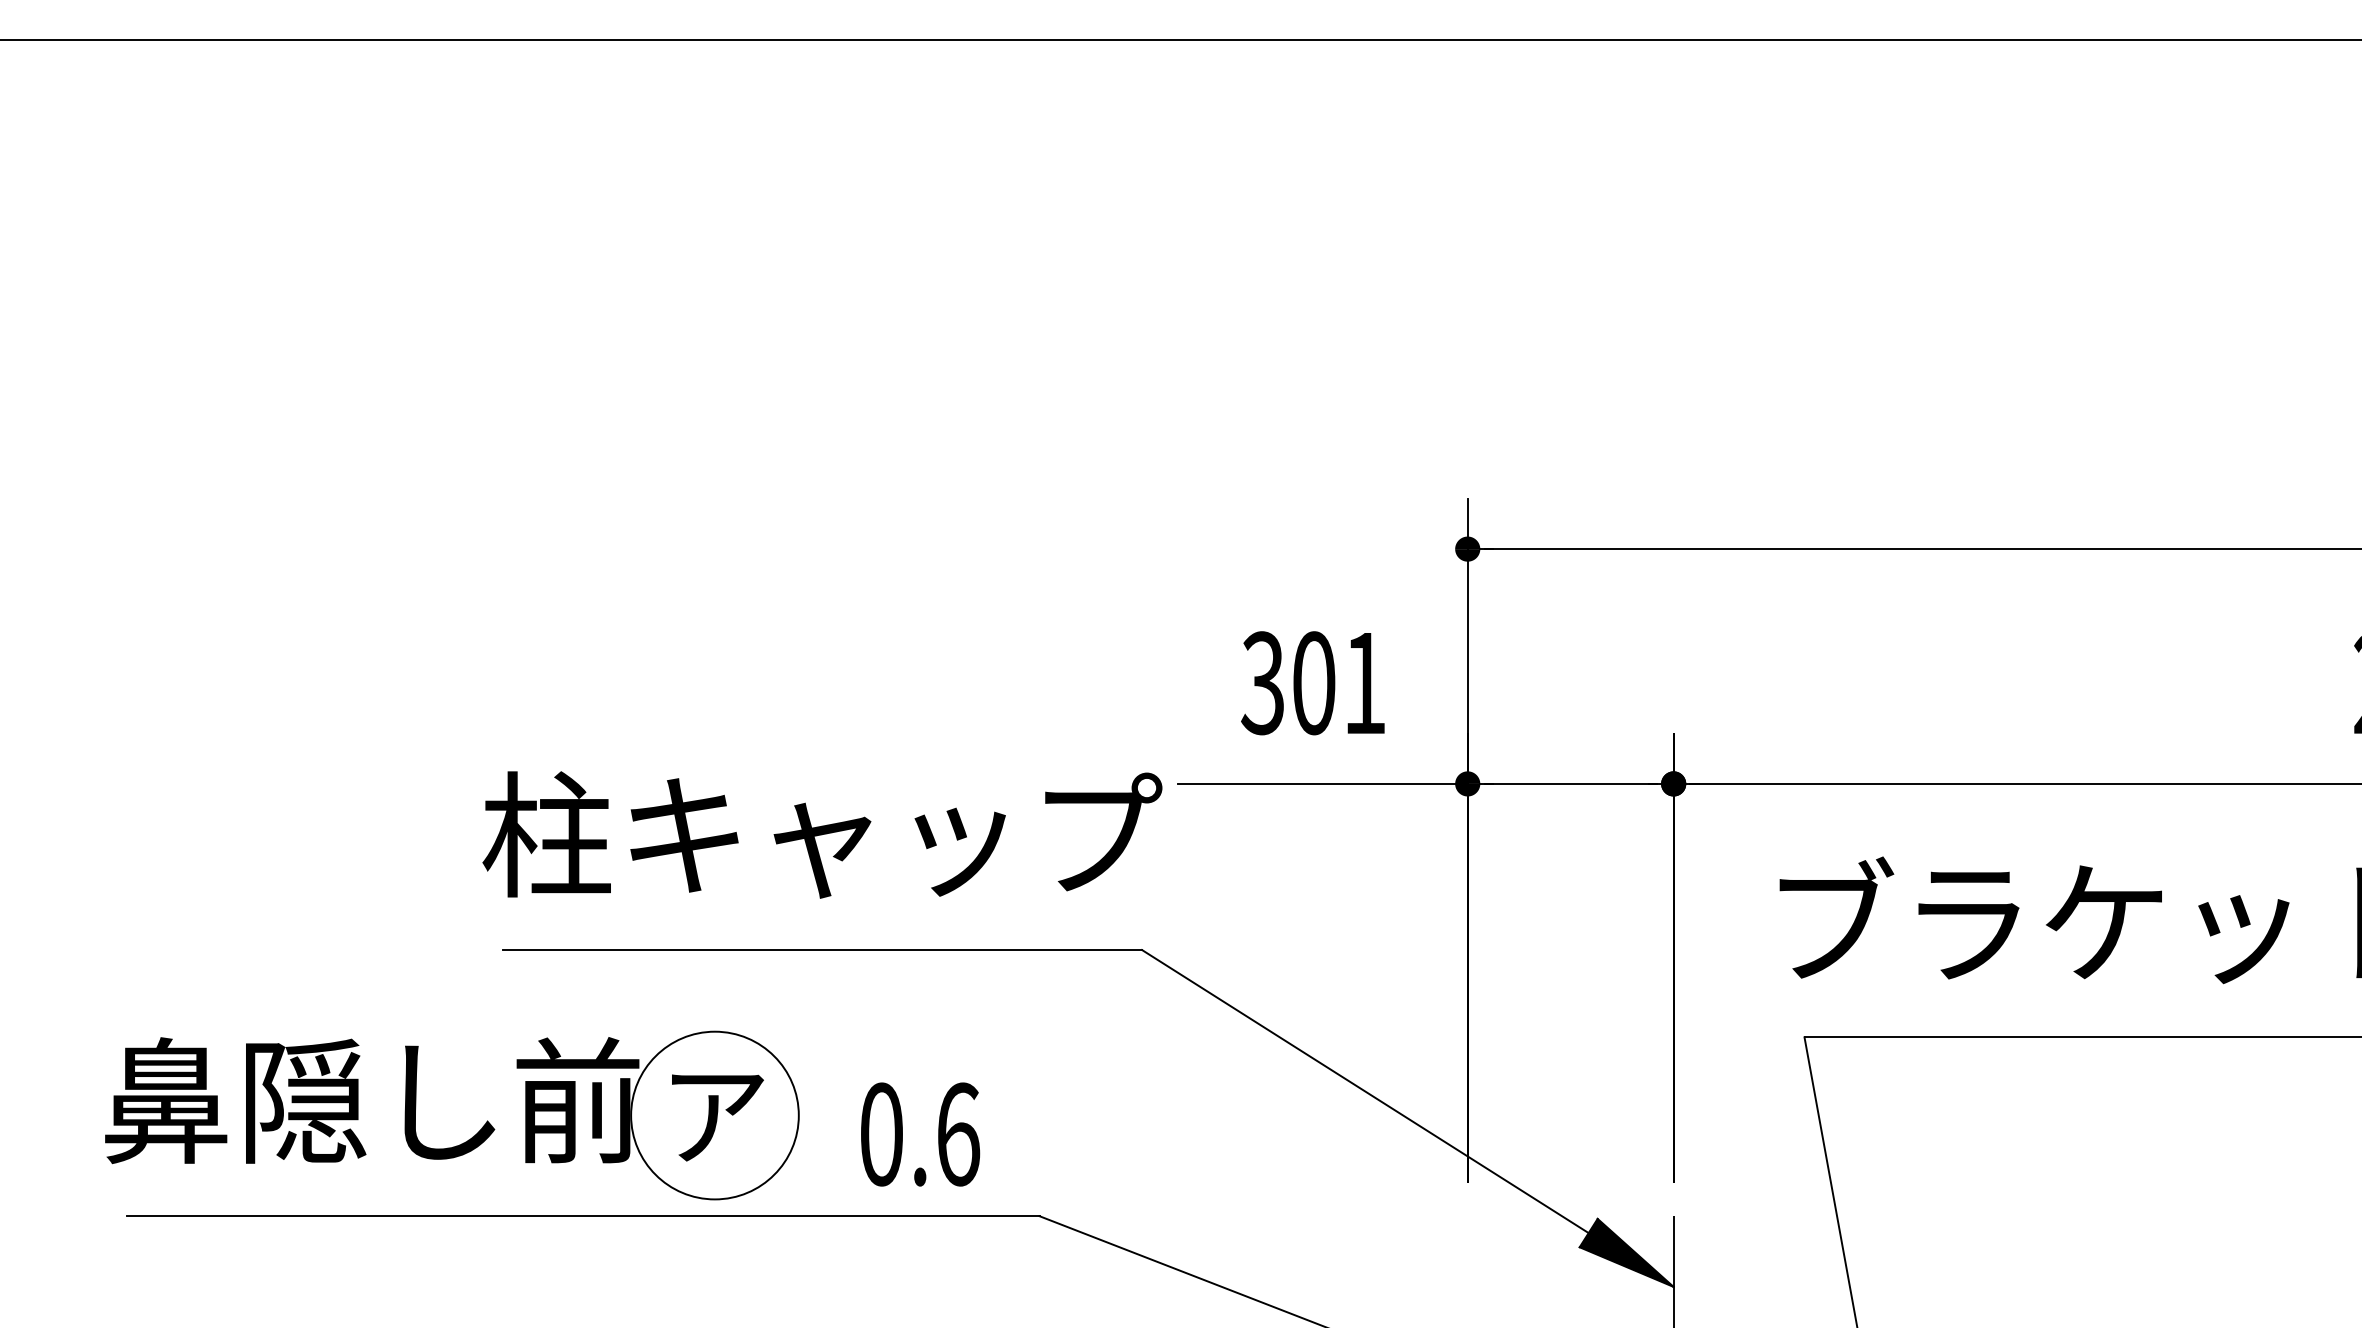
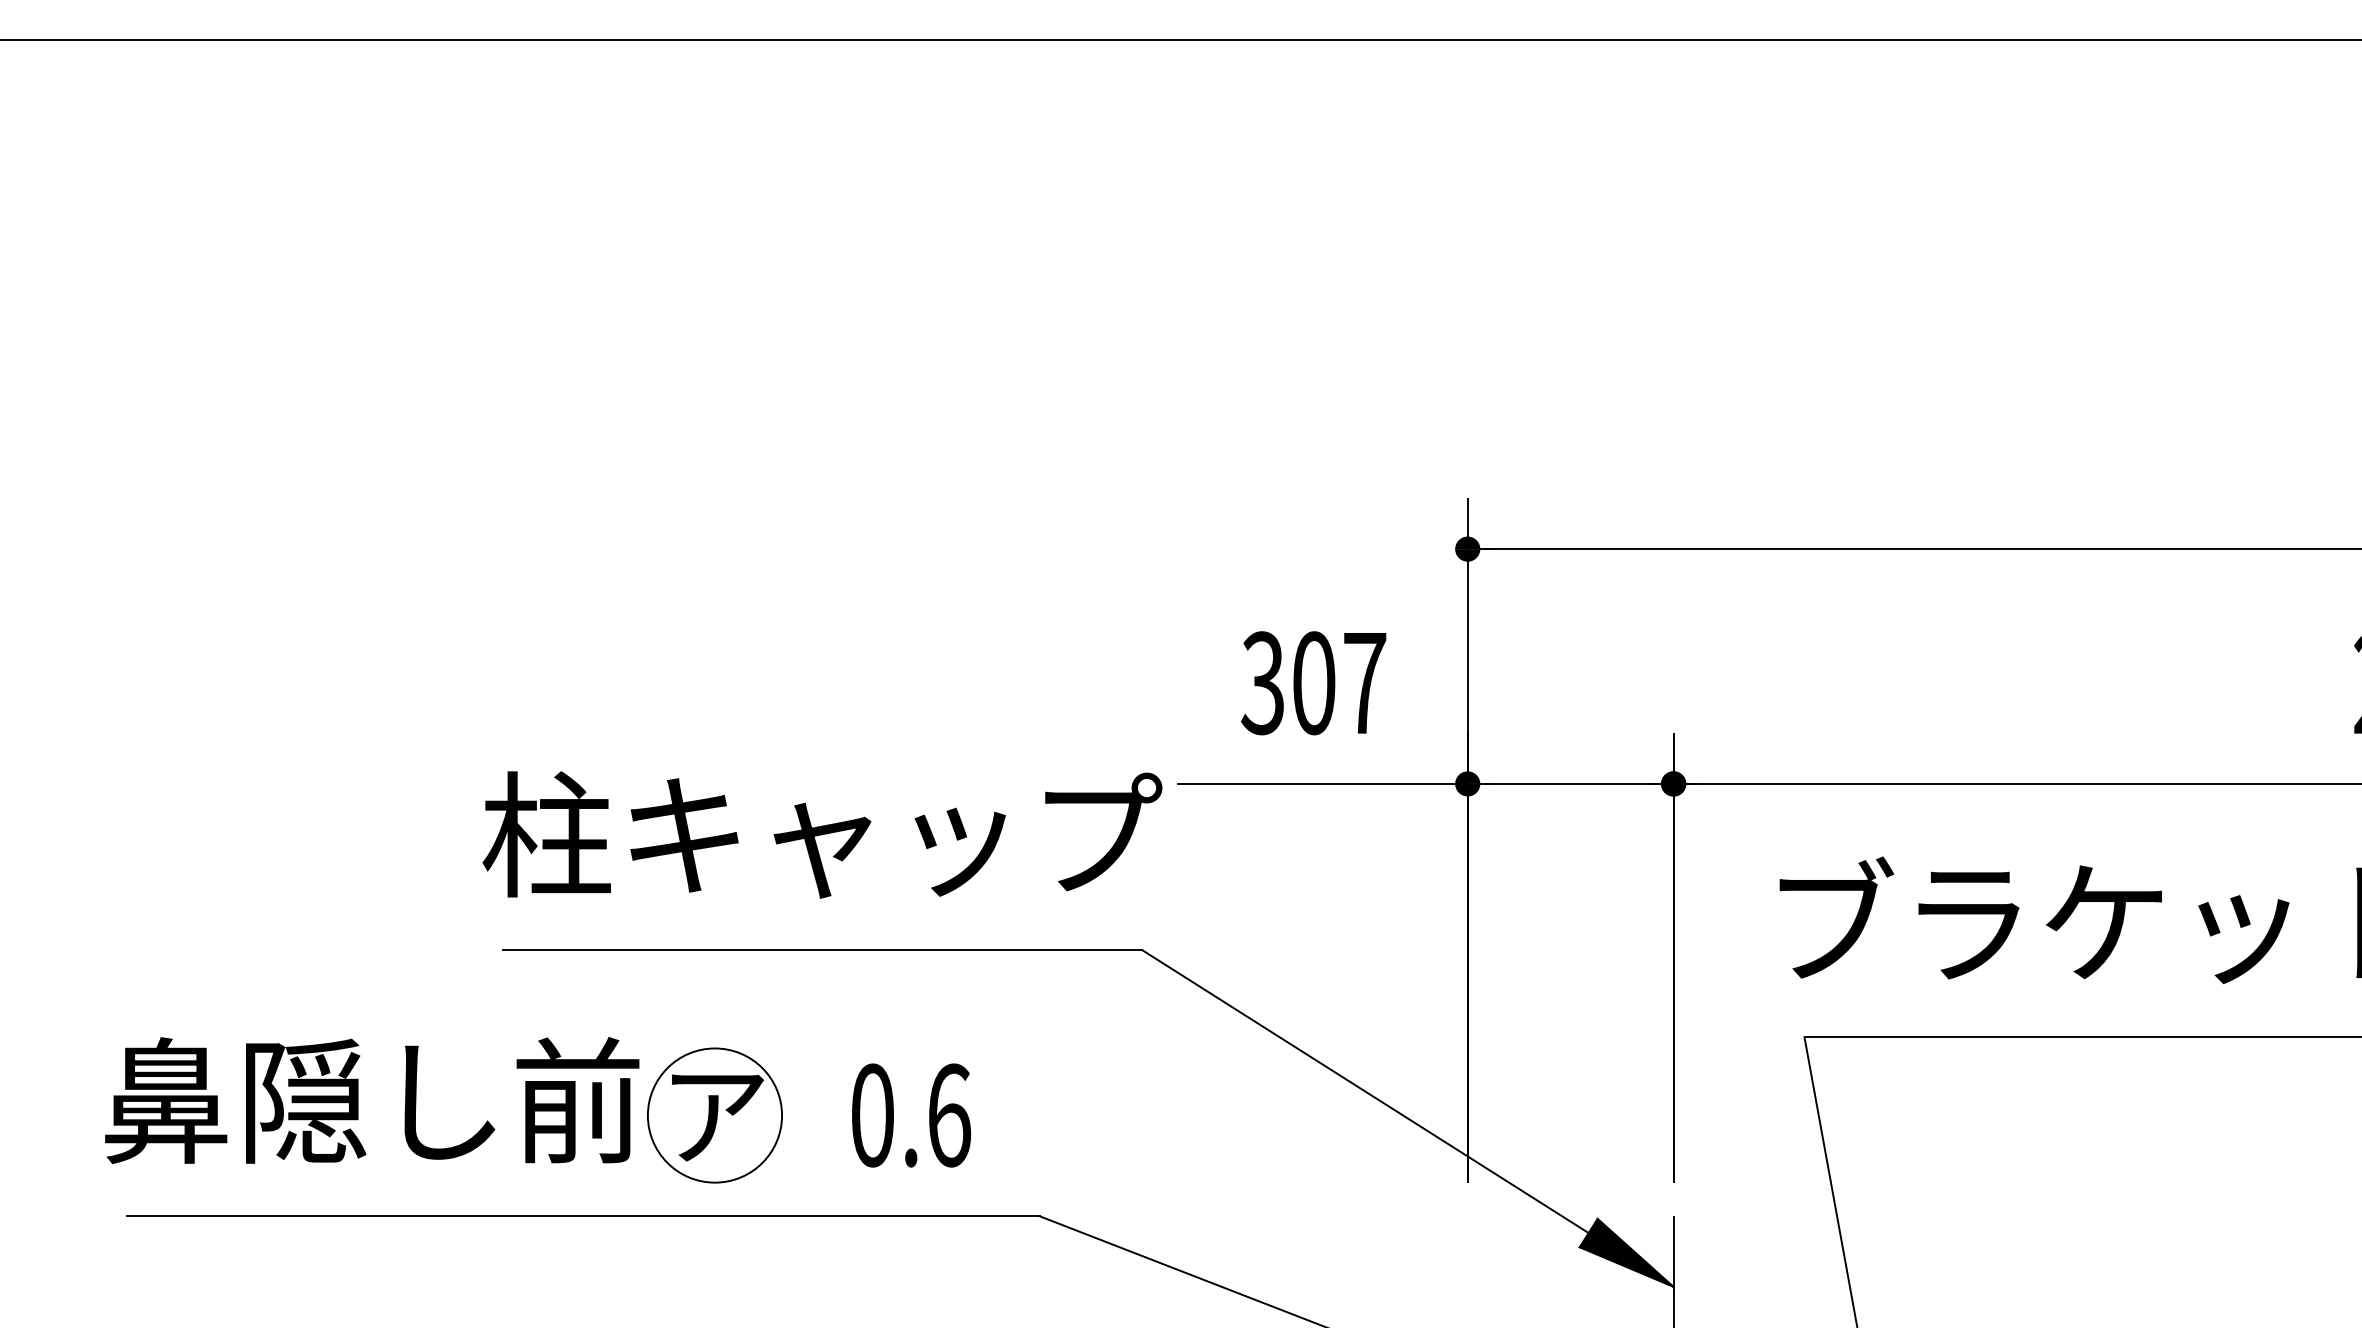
text at (1365, 683): 301 -> 307
circle at (714, 1115) diameter: 168 px -> 134 px
text at (920, 1134) position: (920, 1134) -> (911, 1115)
